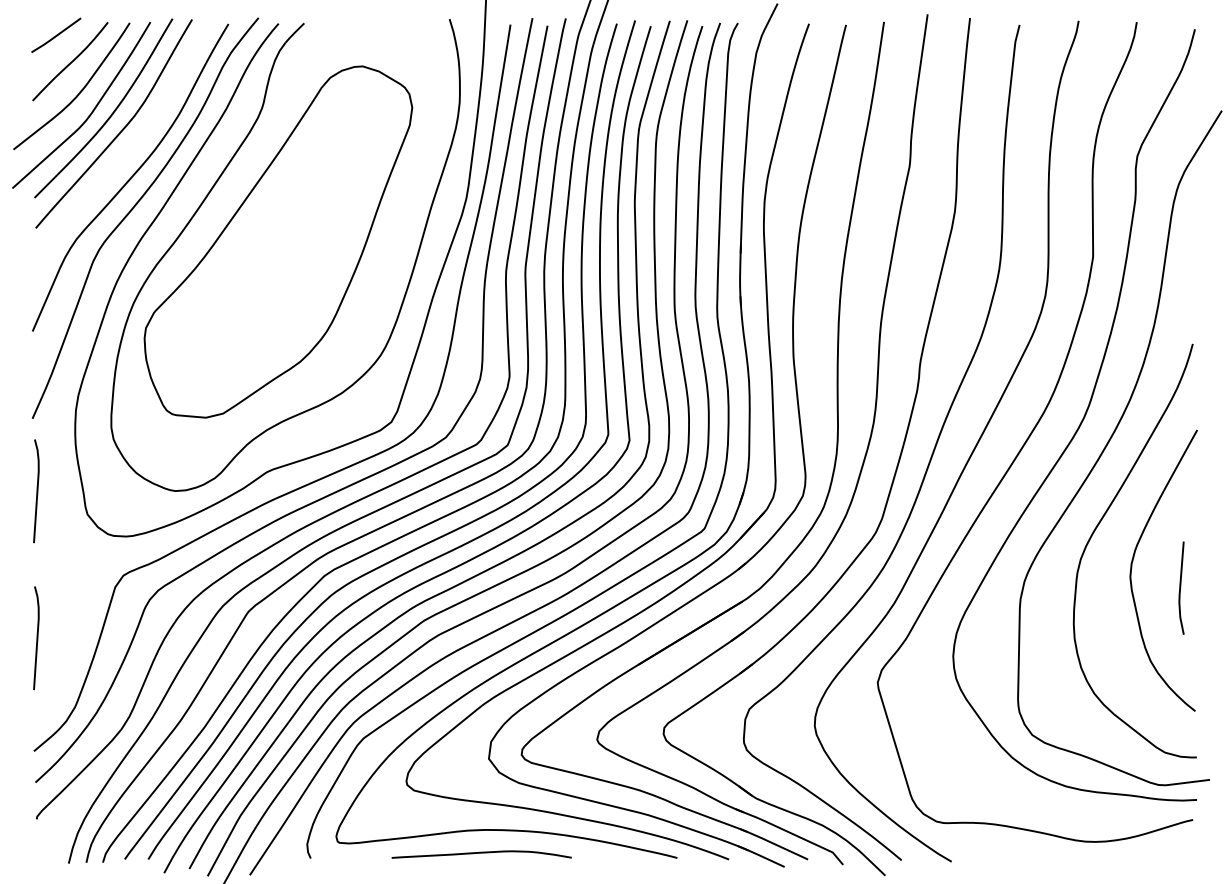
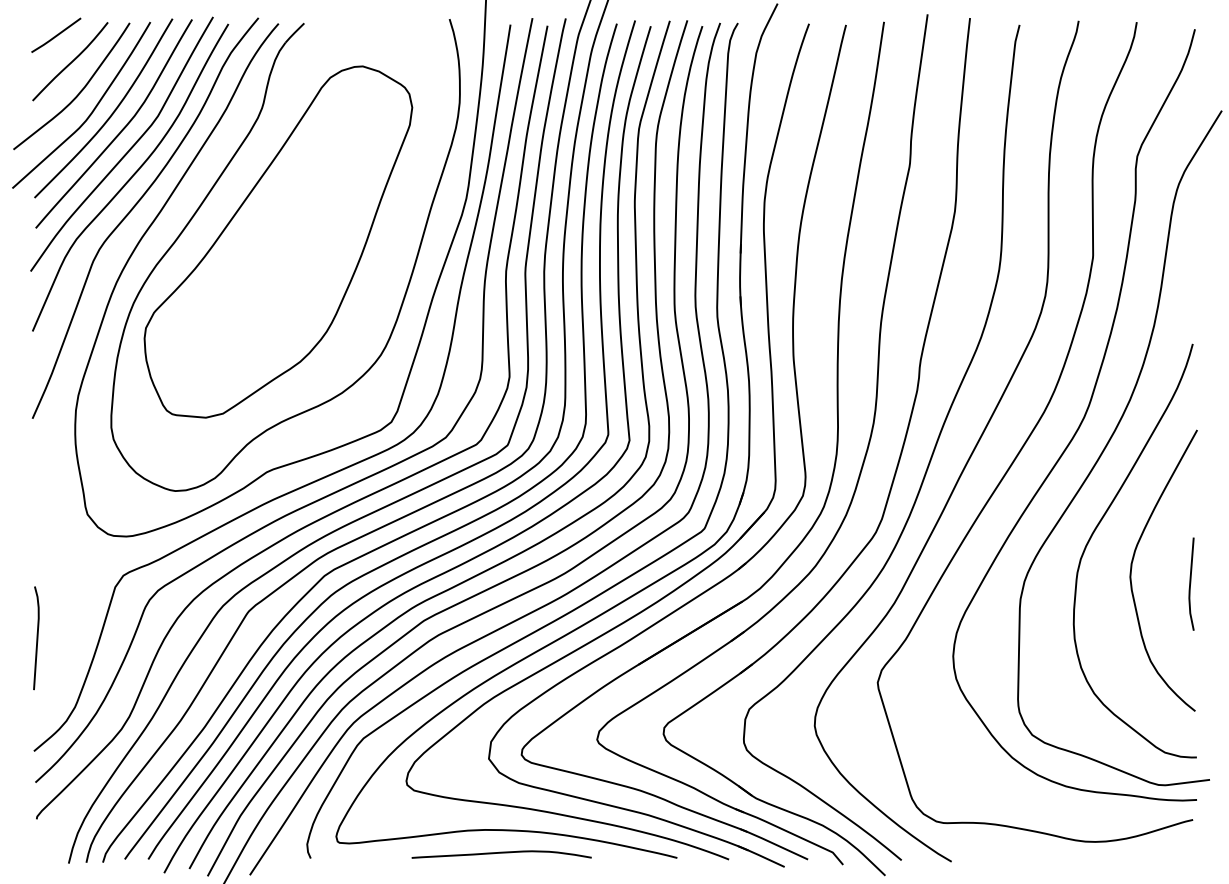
curve at (128, 149): none -> present
line at (36, 491): present -> none
line at (1181, 587) position: (1181, 587) -> (1191, 583)
curve at (481, 853) position: (481, 853) -> (501, 853)
